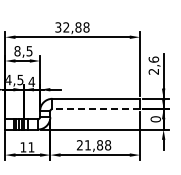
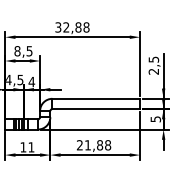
text at (153, 59): 2,6 -> 2,5
line at (96, 109): dashed -> solid
text at (155, 119): 0 -> 5
